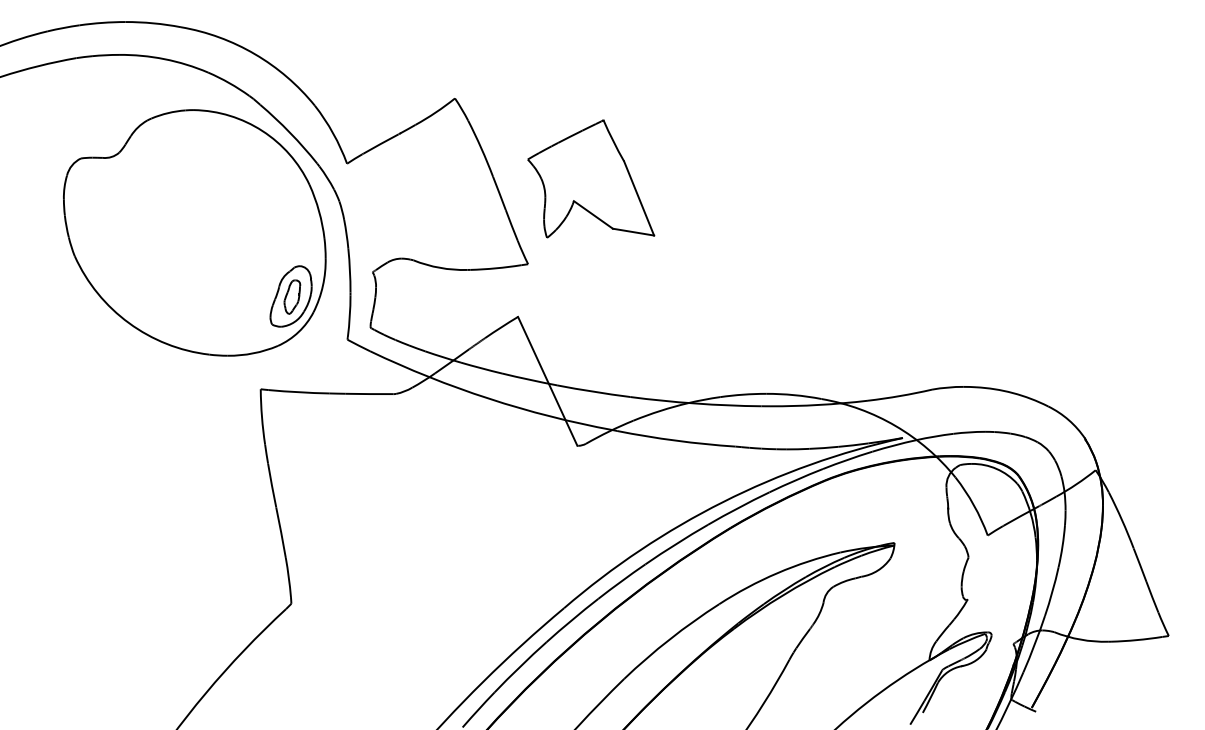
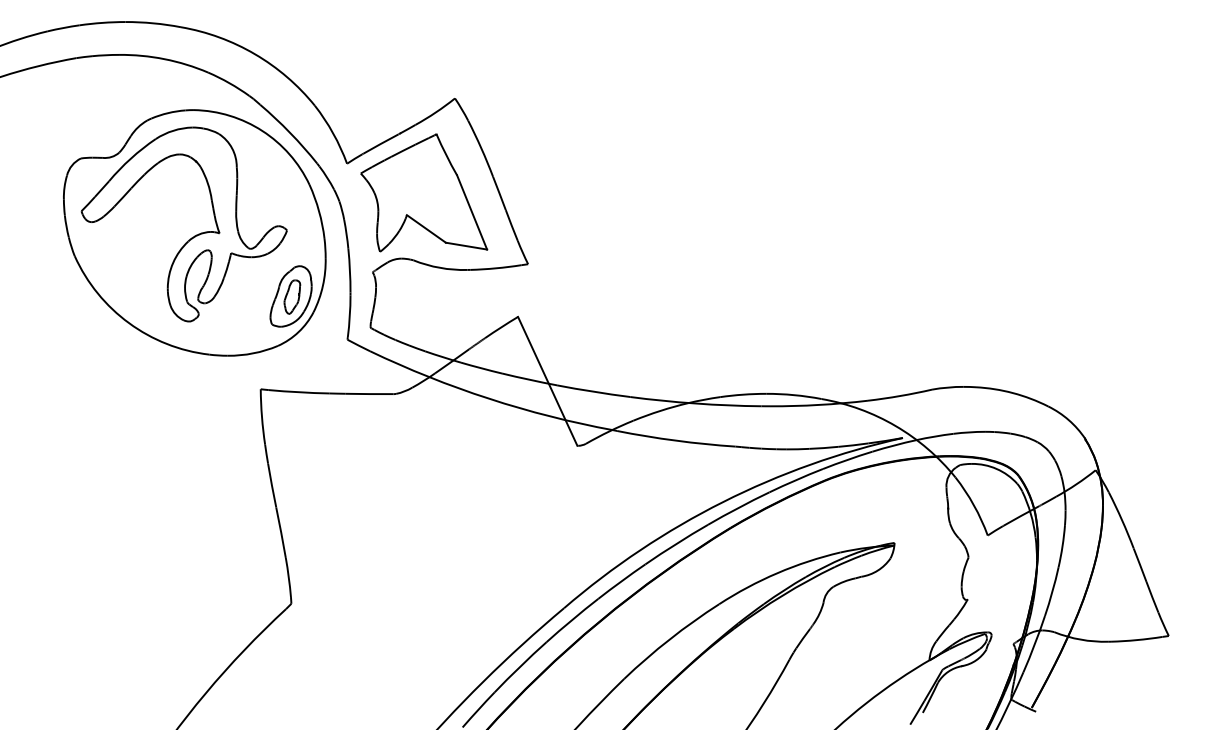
part at (591, 178) position: (591, 178) -> (424, 192)
part at (191, 237): none -> present
